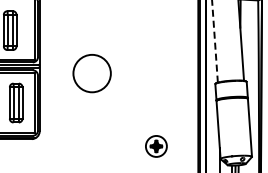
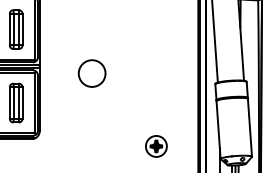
part at (10, 30) position: (10, 30) -> (16, 29)
line at (214, 40): dashed -> solid
circle at (91, 73) diameter: 37 px -> 27 px
